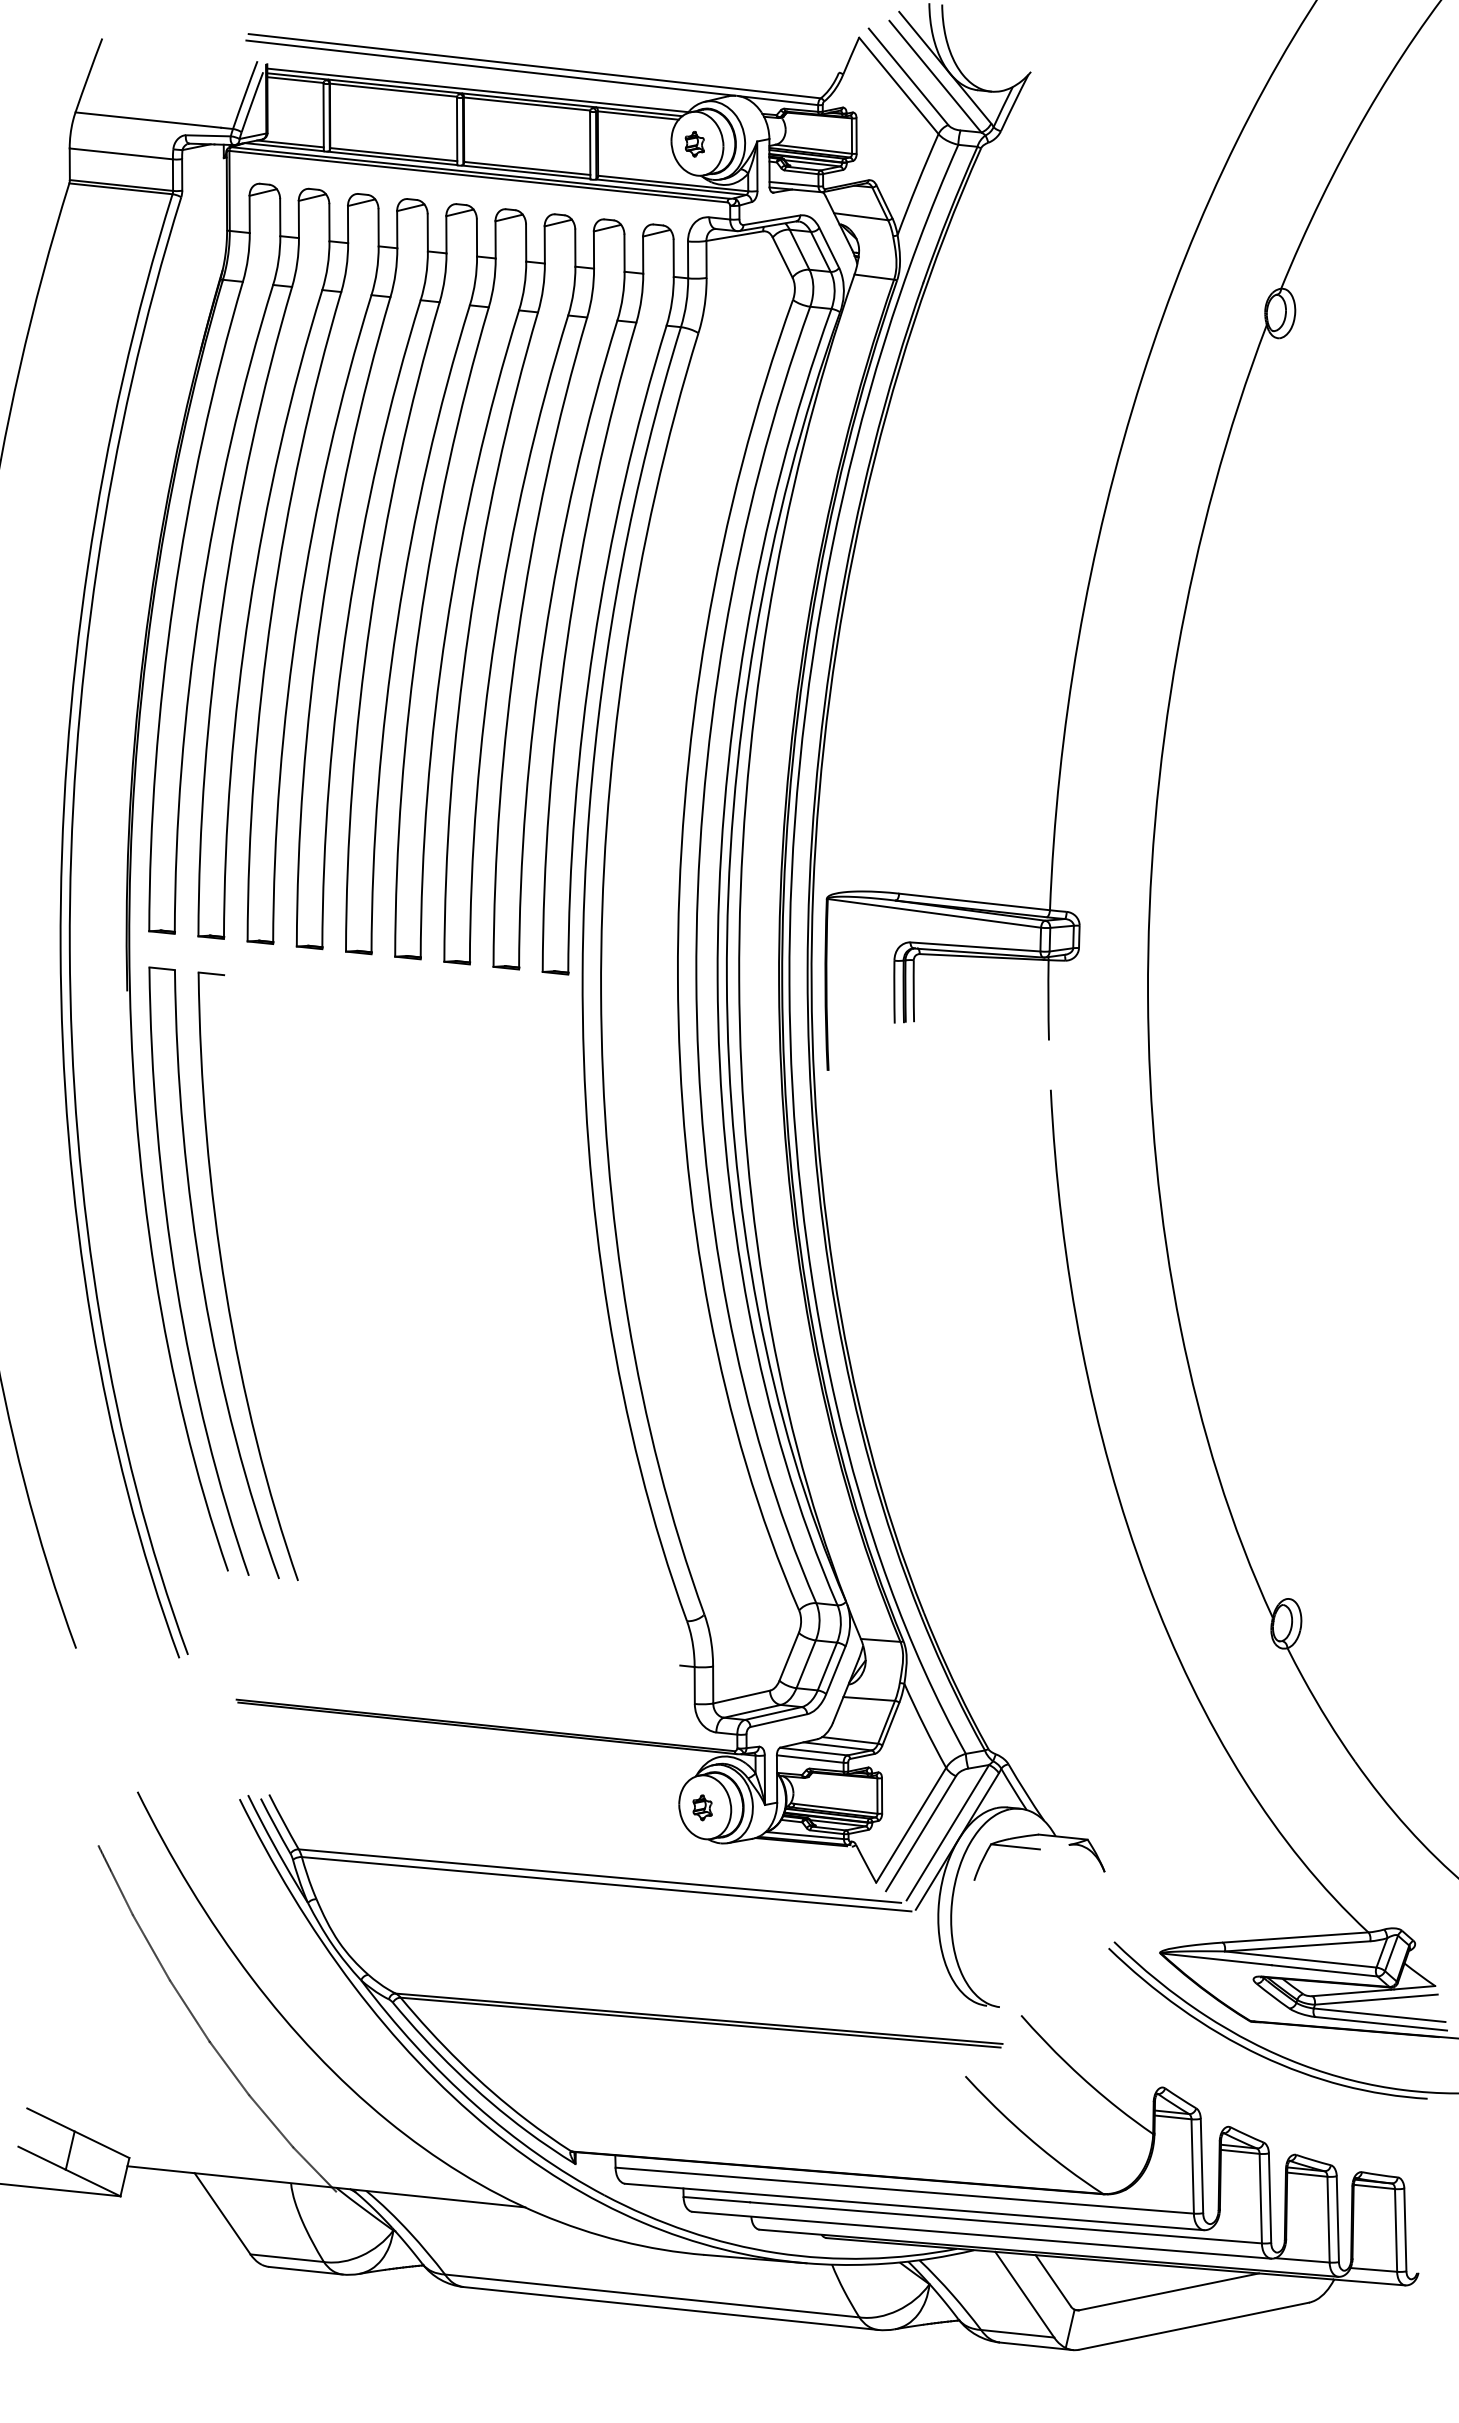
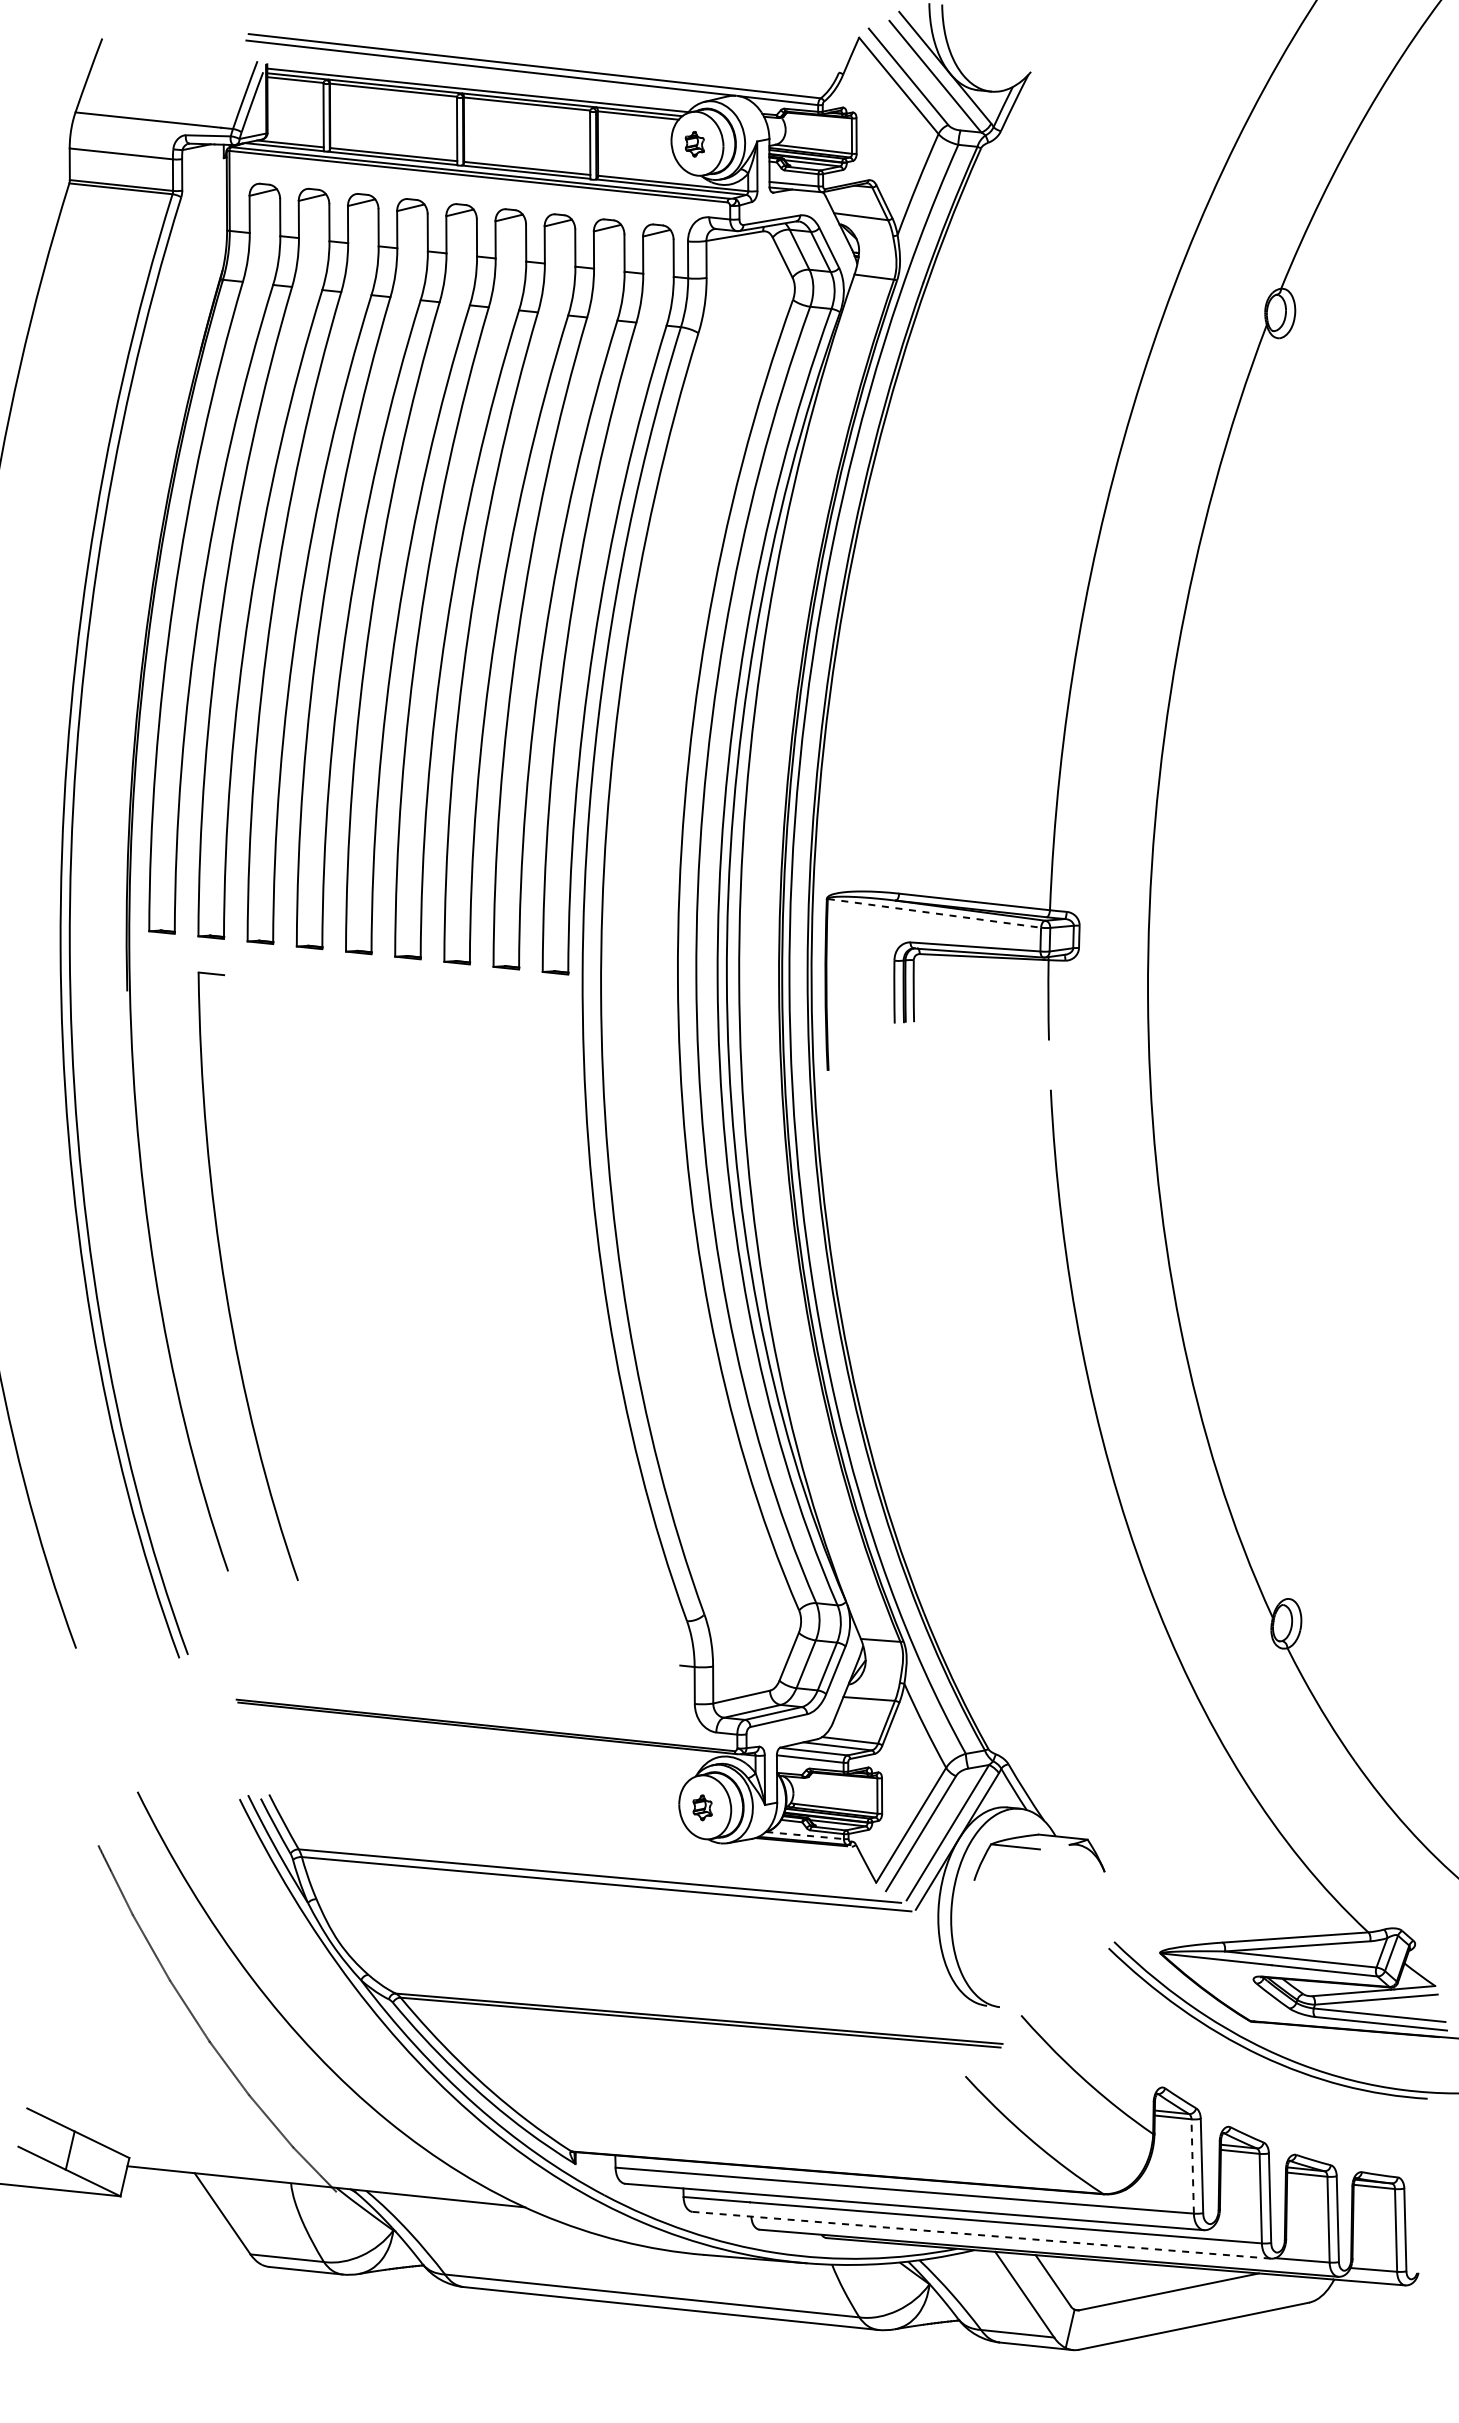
line at (934, 913): solid -> dashed
part at (202, 1275): present -> none
line at (805, 1835): solid -> dashed
line at (1192, 2165): solid -> dashed
line at (982, 2235): solid -> dashed
